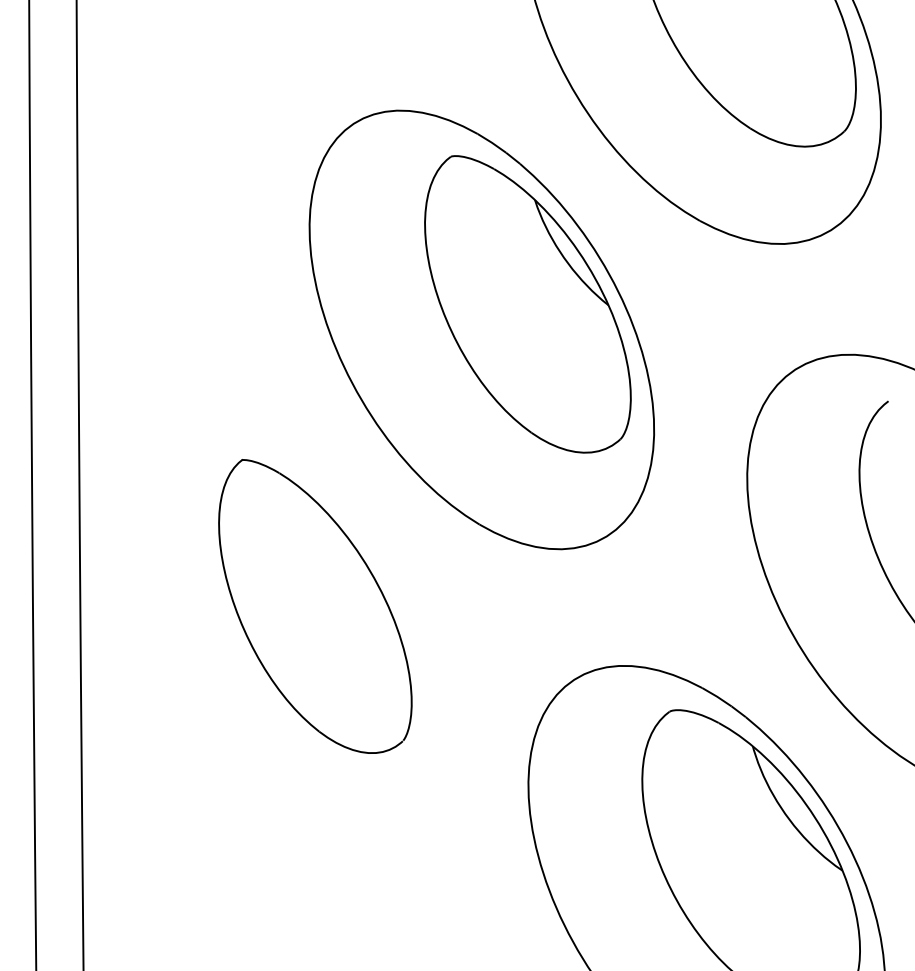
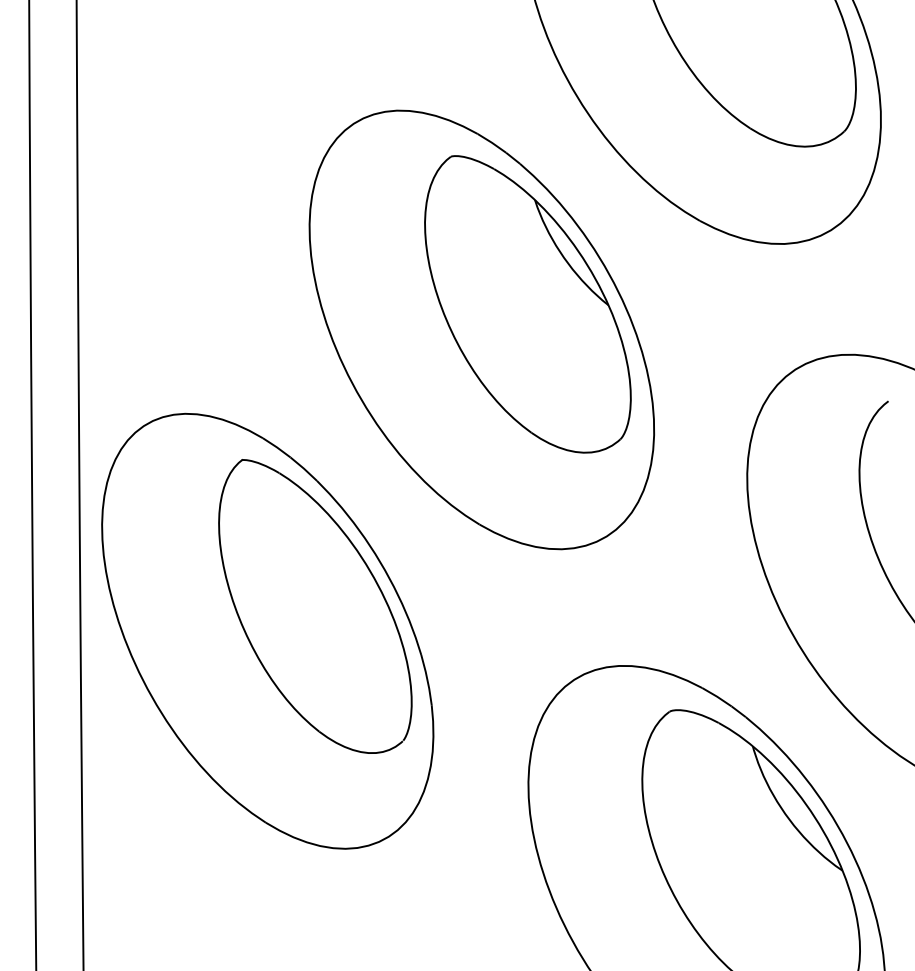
part at (267, 630): none -> present
